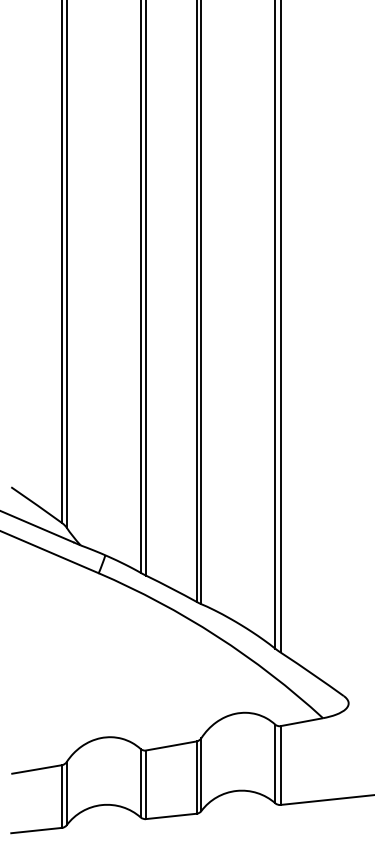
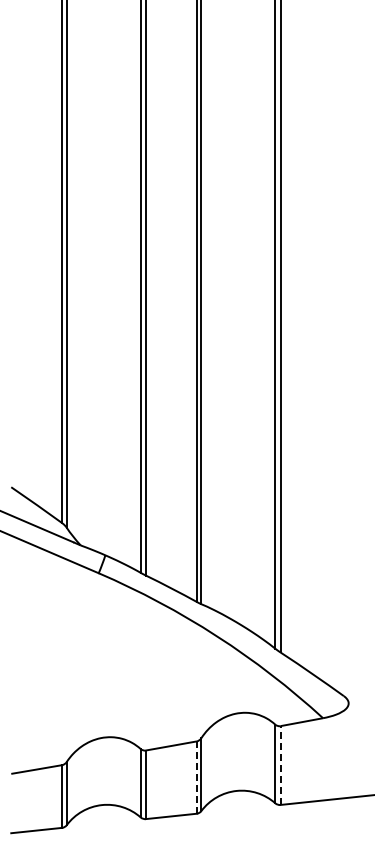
line at (280, 765): solid -> dashed
line at (196, 777): solid -> dashed
